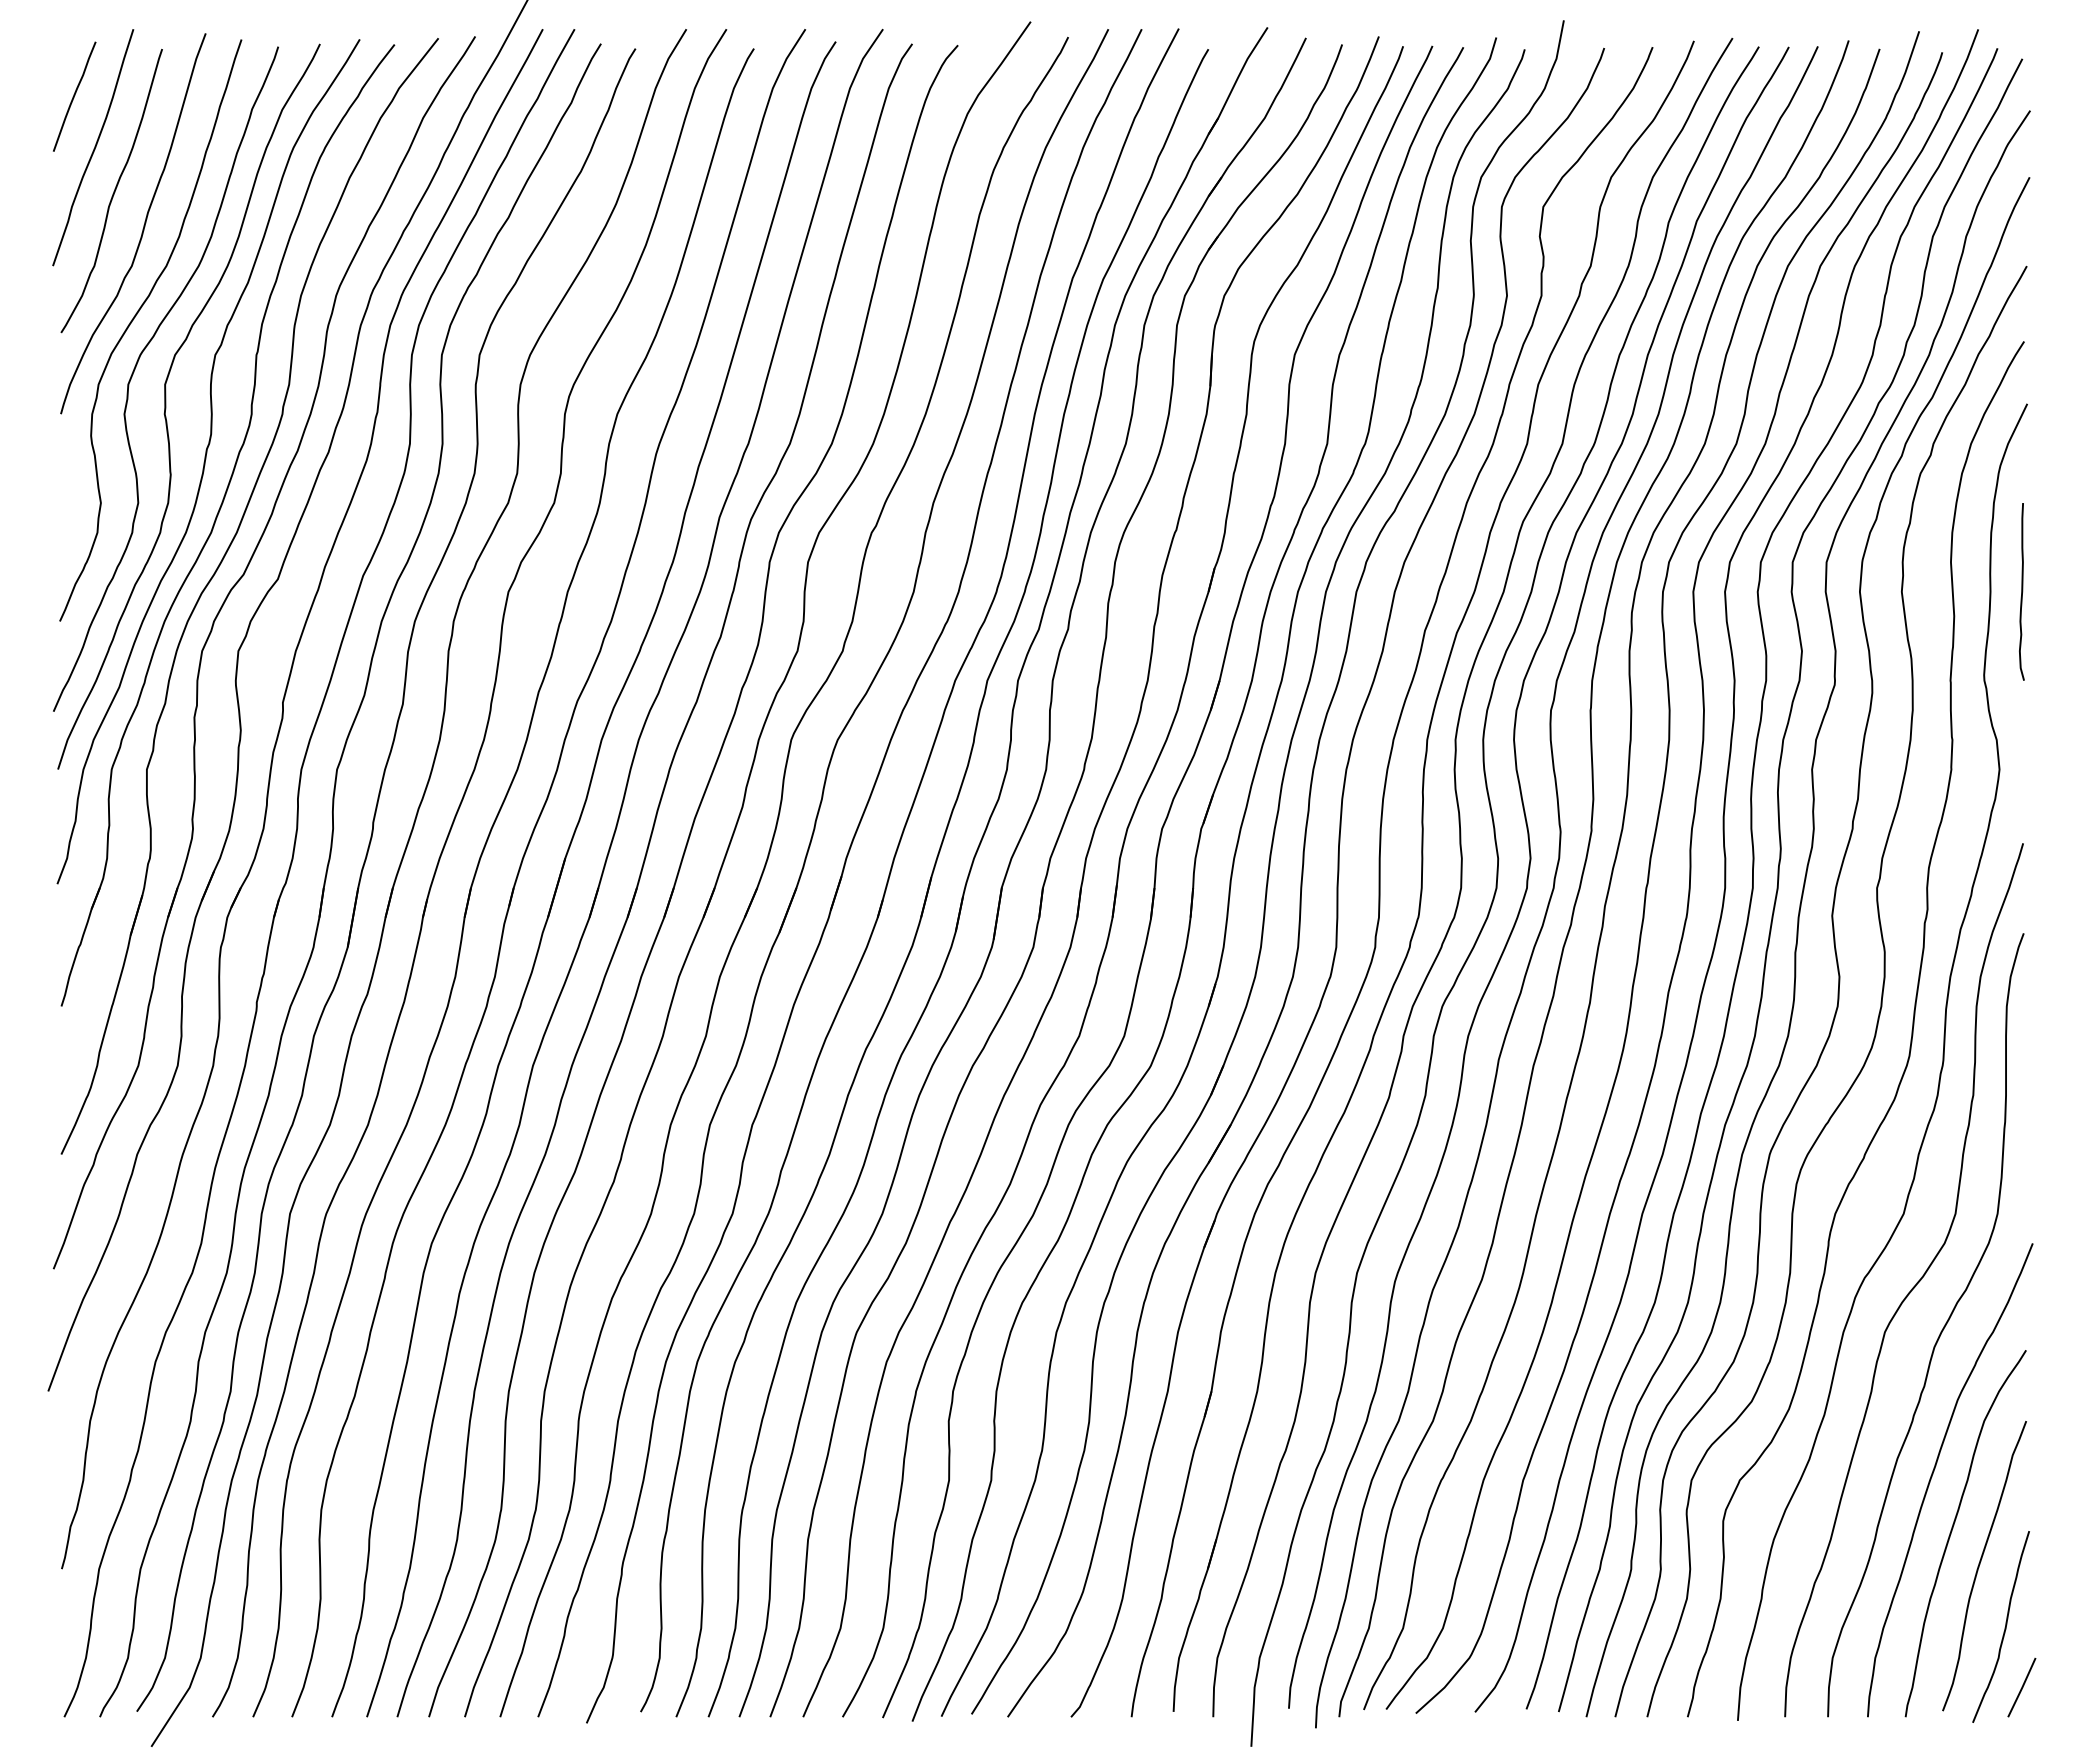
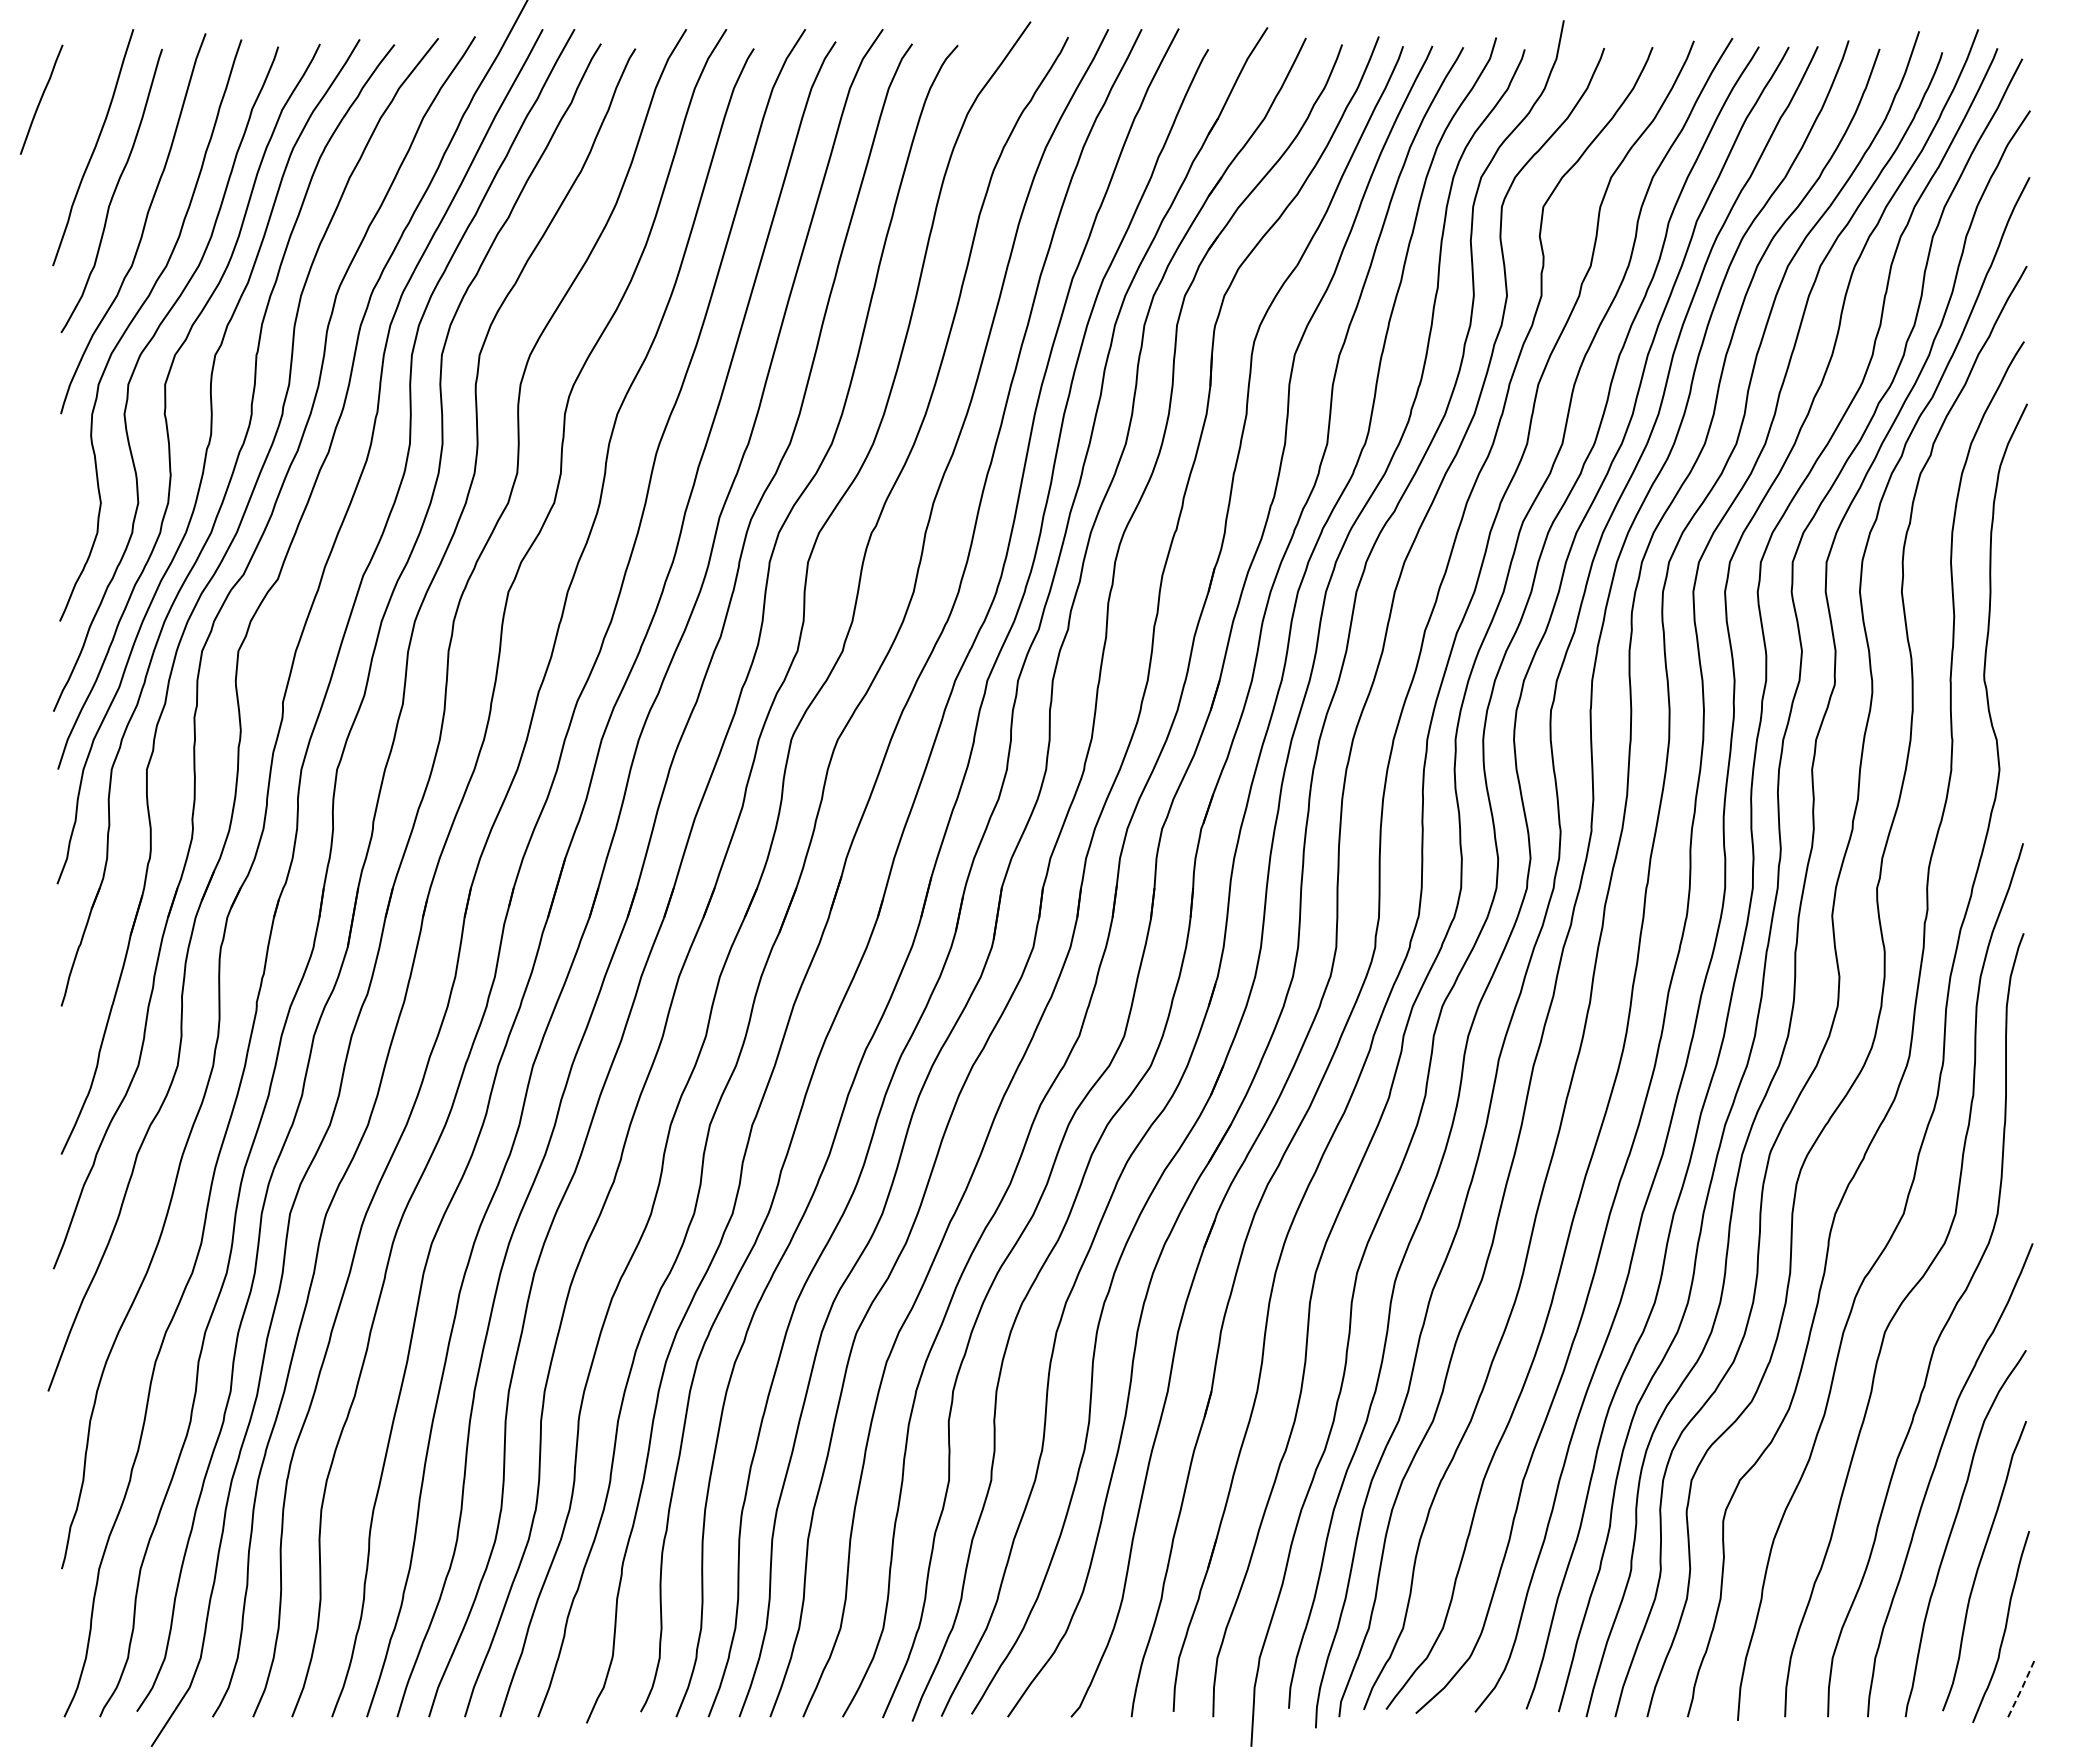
curve at (74, 96) position: (74, 96) -> (41, 99)
curve at (2021, 591): present -> none
line at (2022, 1687): solid -> dashed
